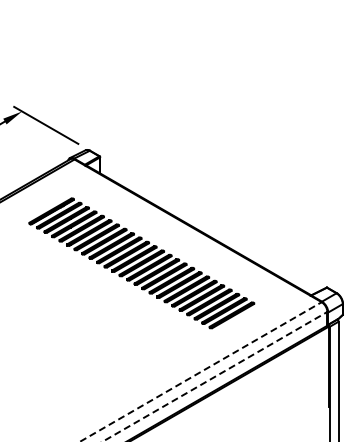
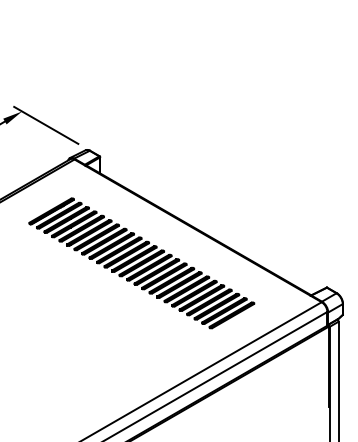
line at (201, 371): dashed -> solid
line at (214, 376): dashed -> solid
